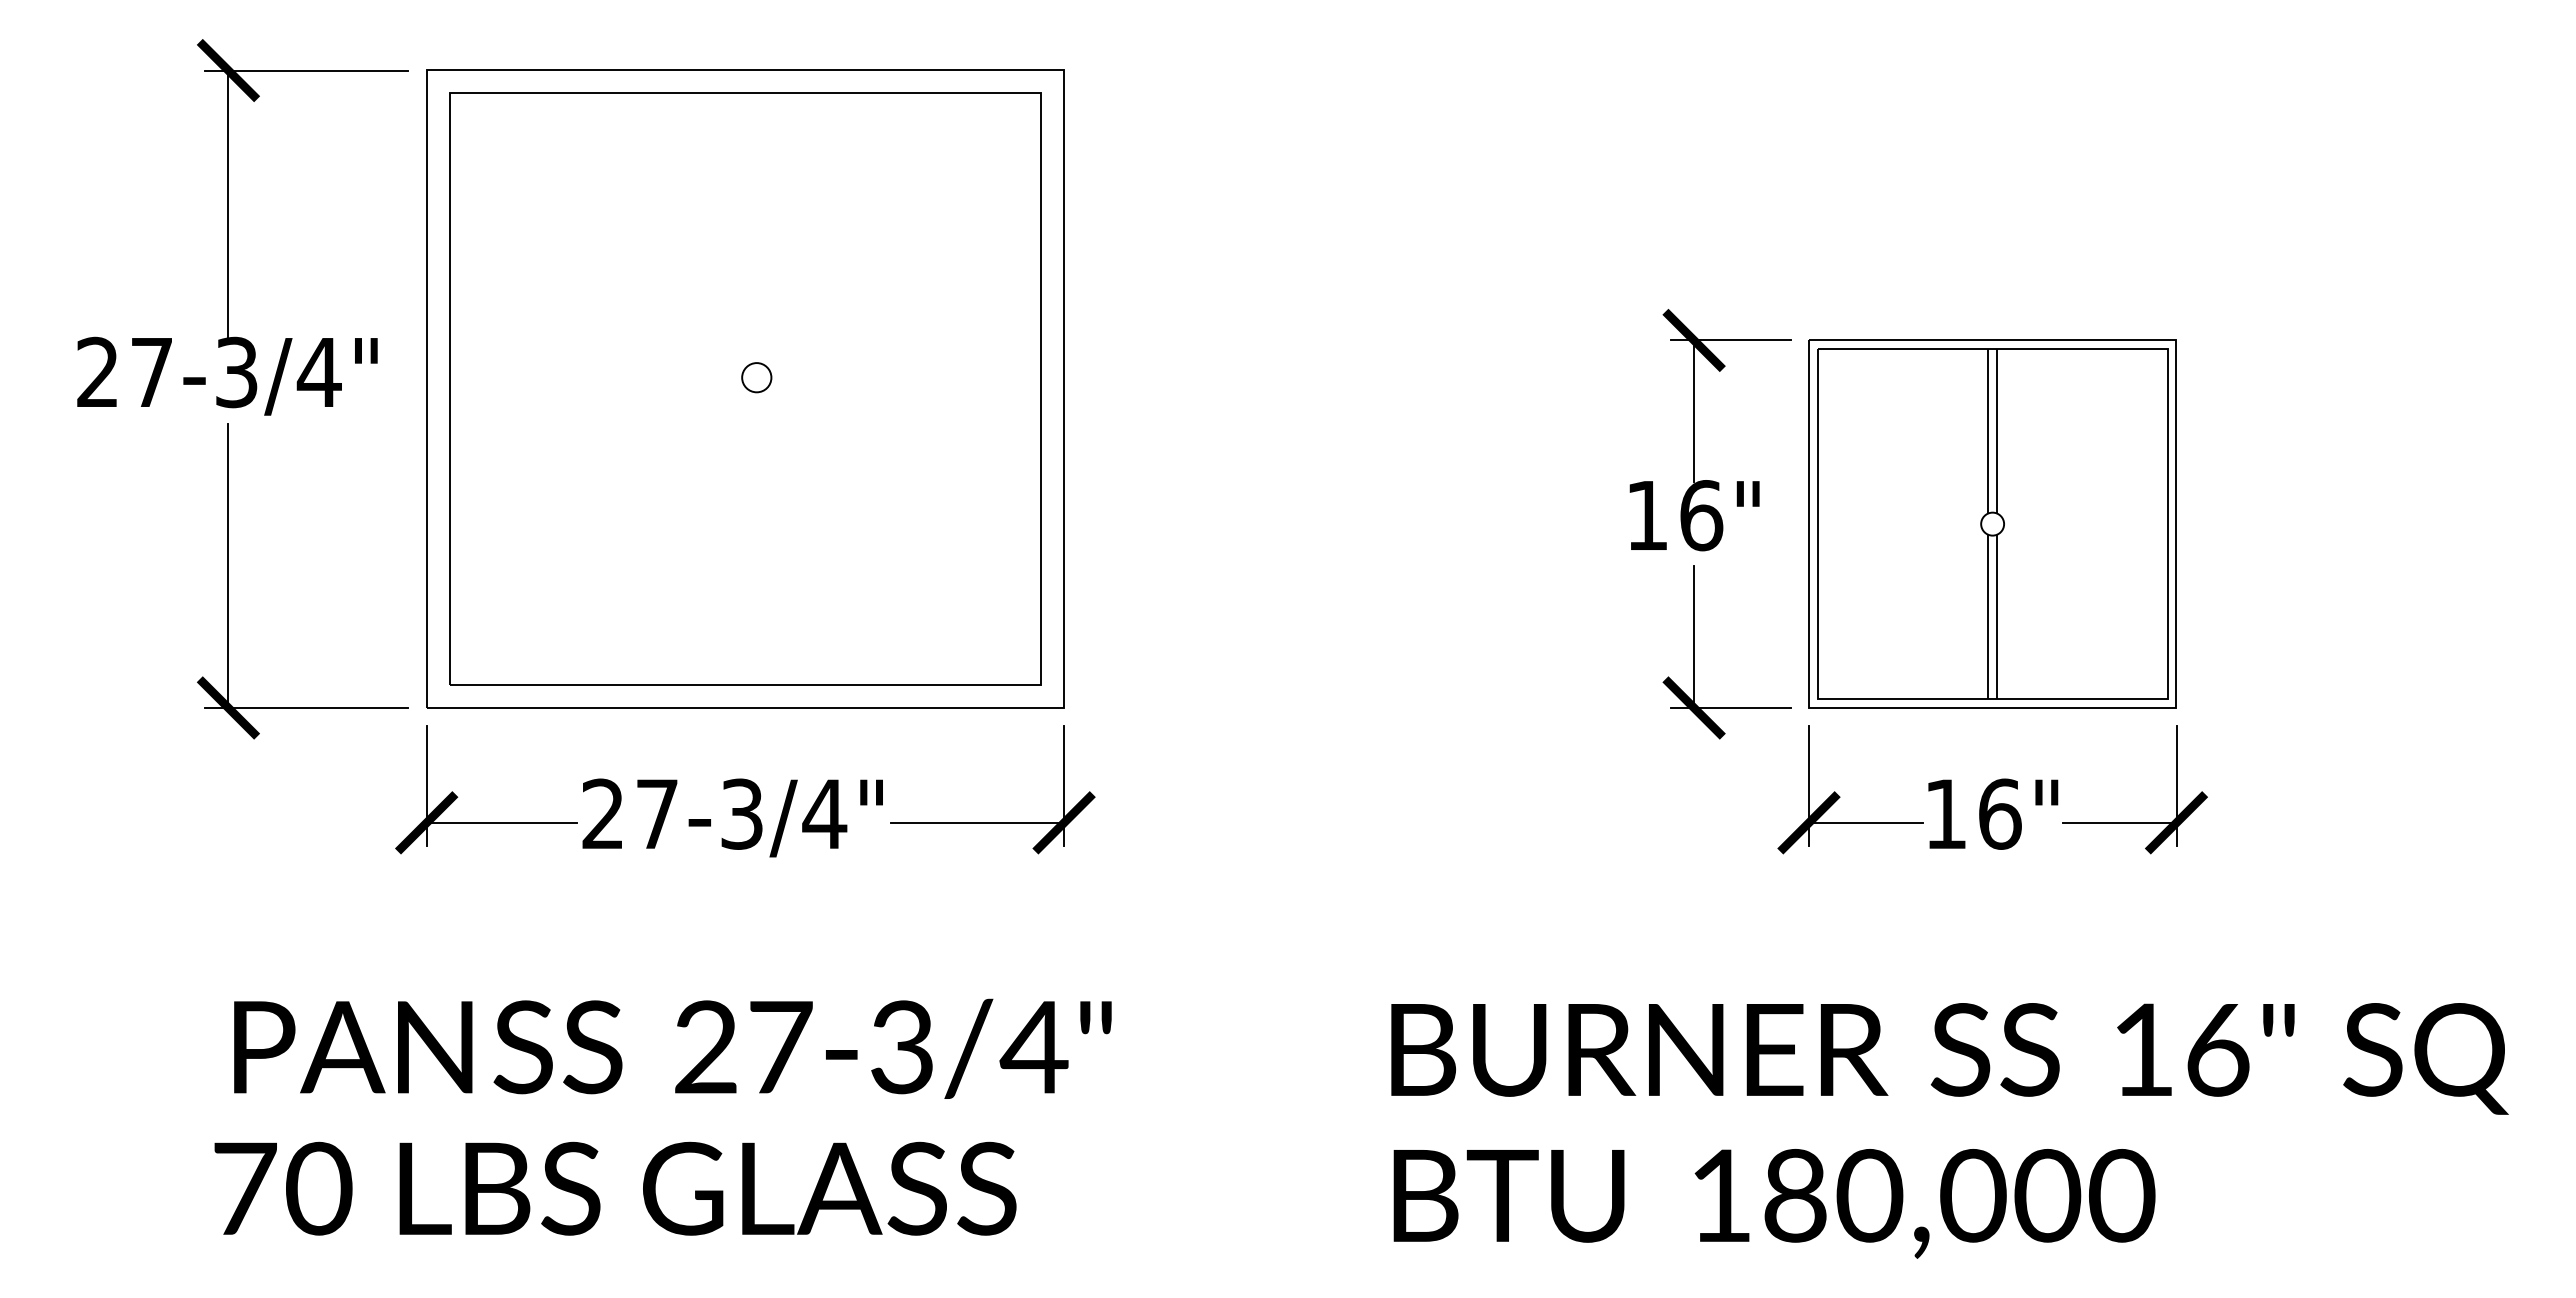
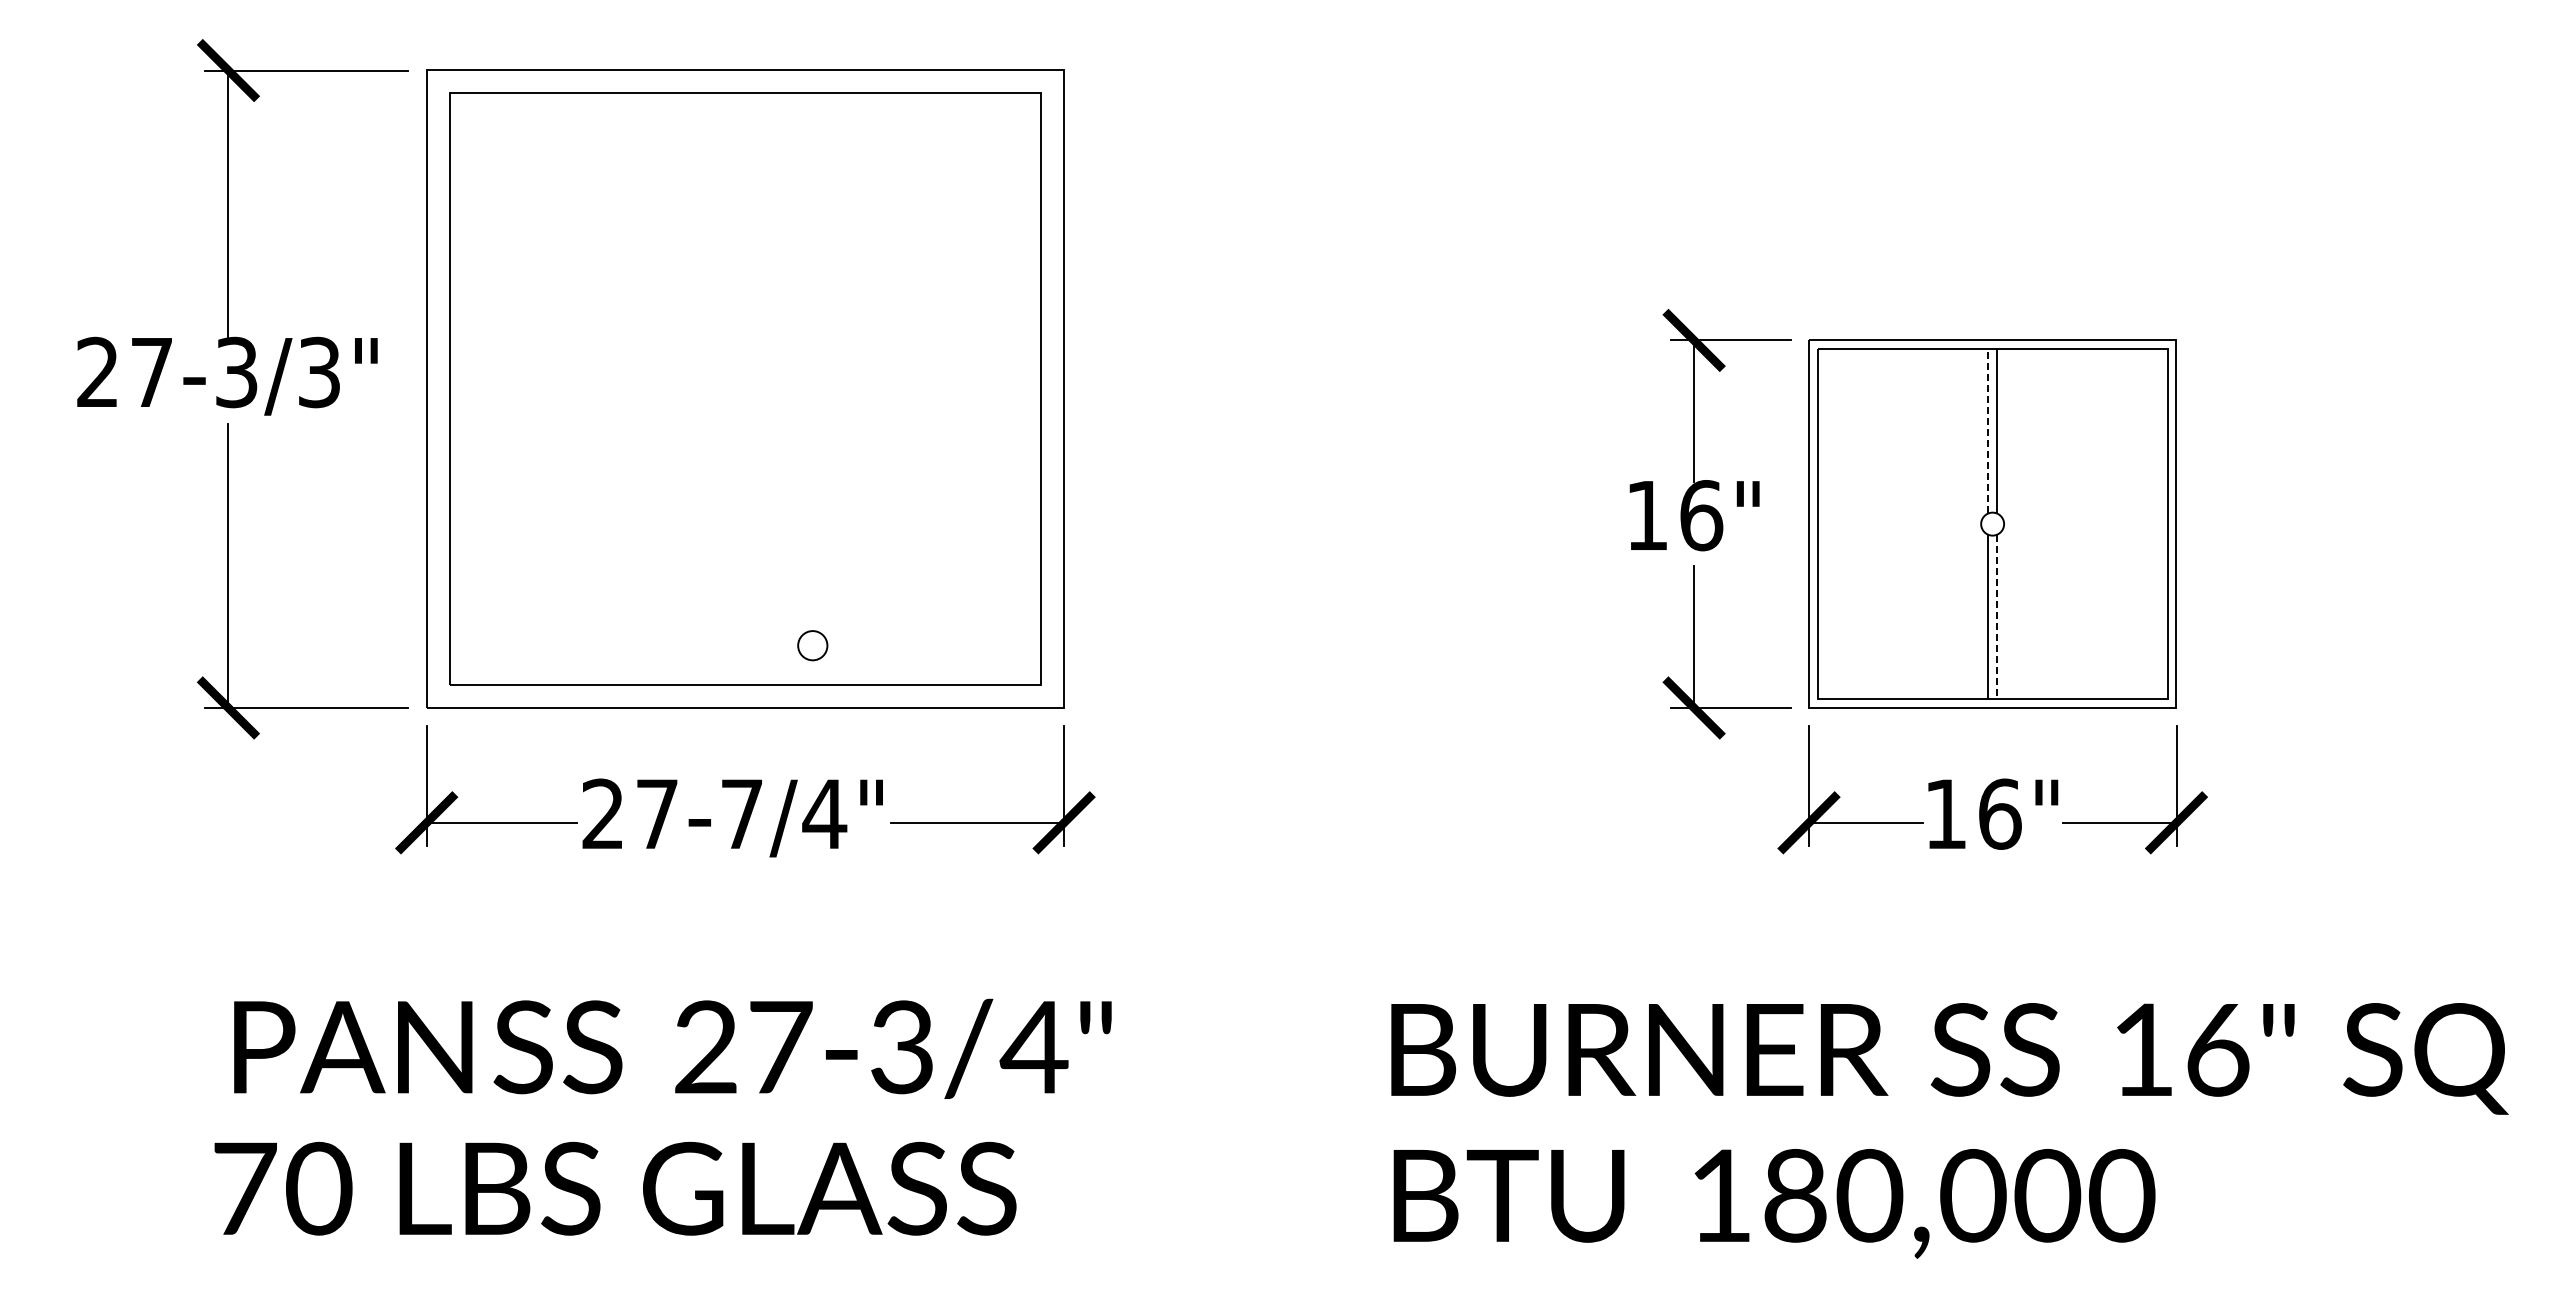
text at (318, 372): 27-3/4" -> 27-3/3"
circle at (756, 377) position: (756, 377) -> (812, 645)
line at (1988, 430): solid -> dashed
line at (1996, 617): solid -> dashed
text at (741, 813): 27-3/4" -> 27-7/4"
